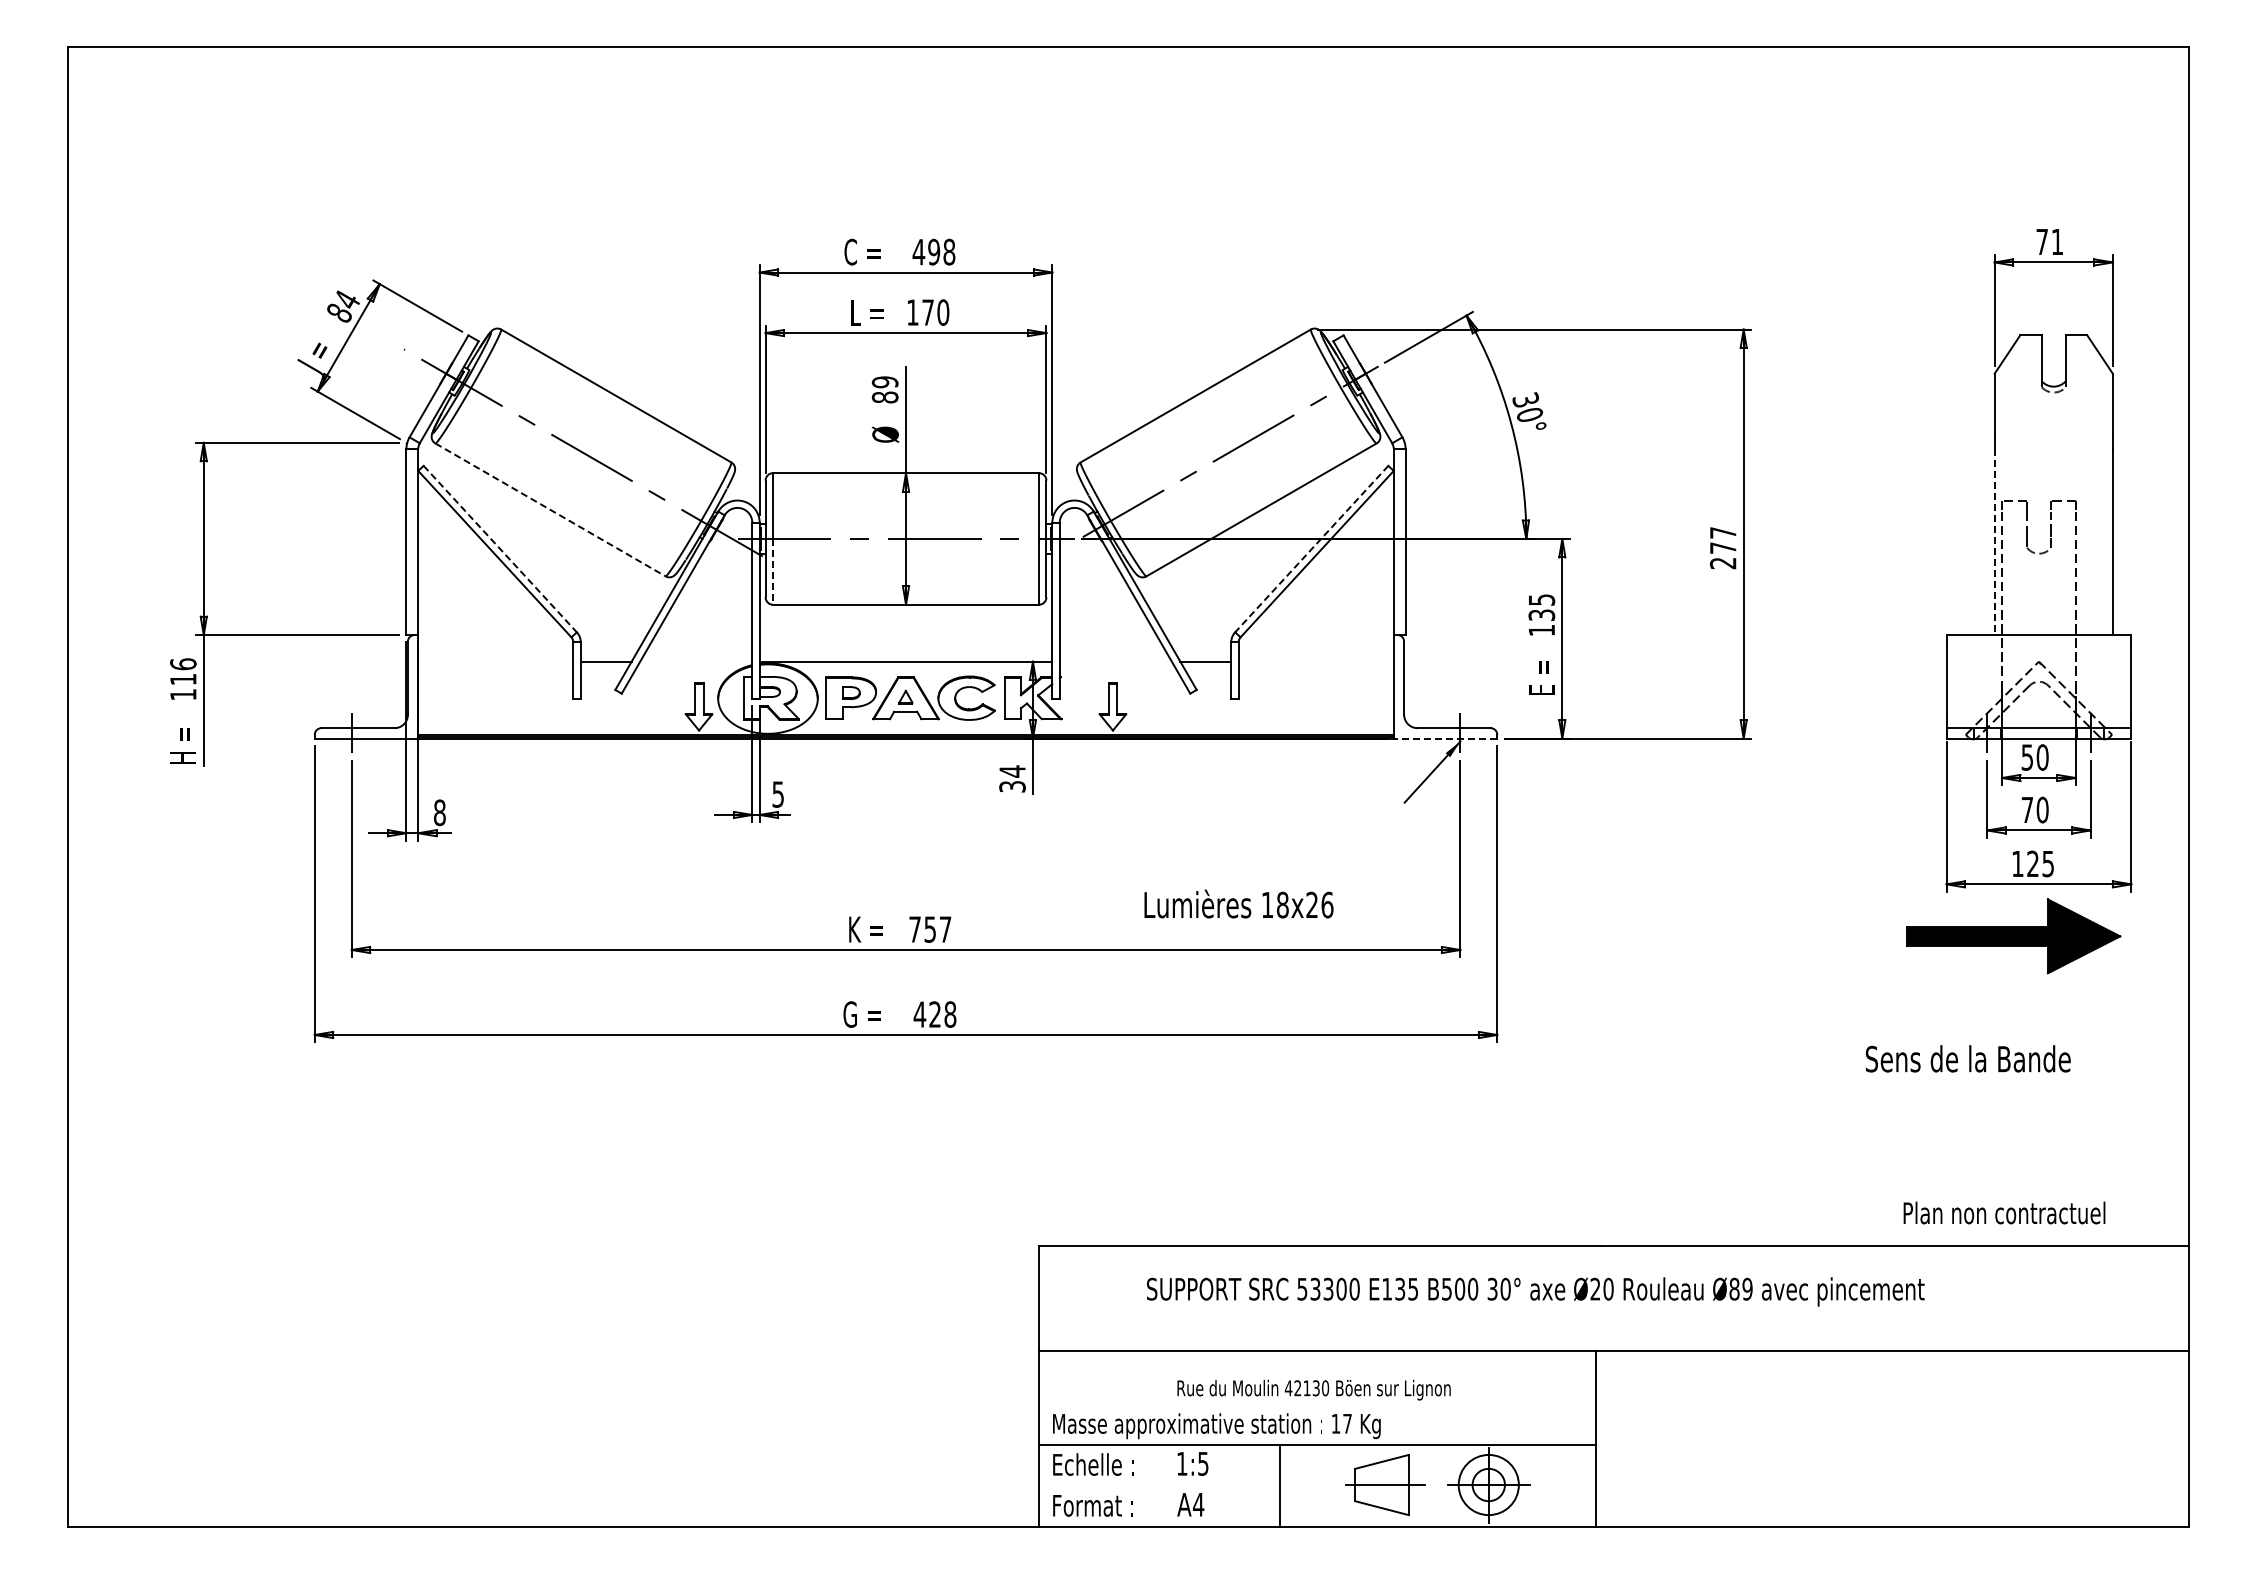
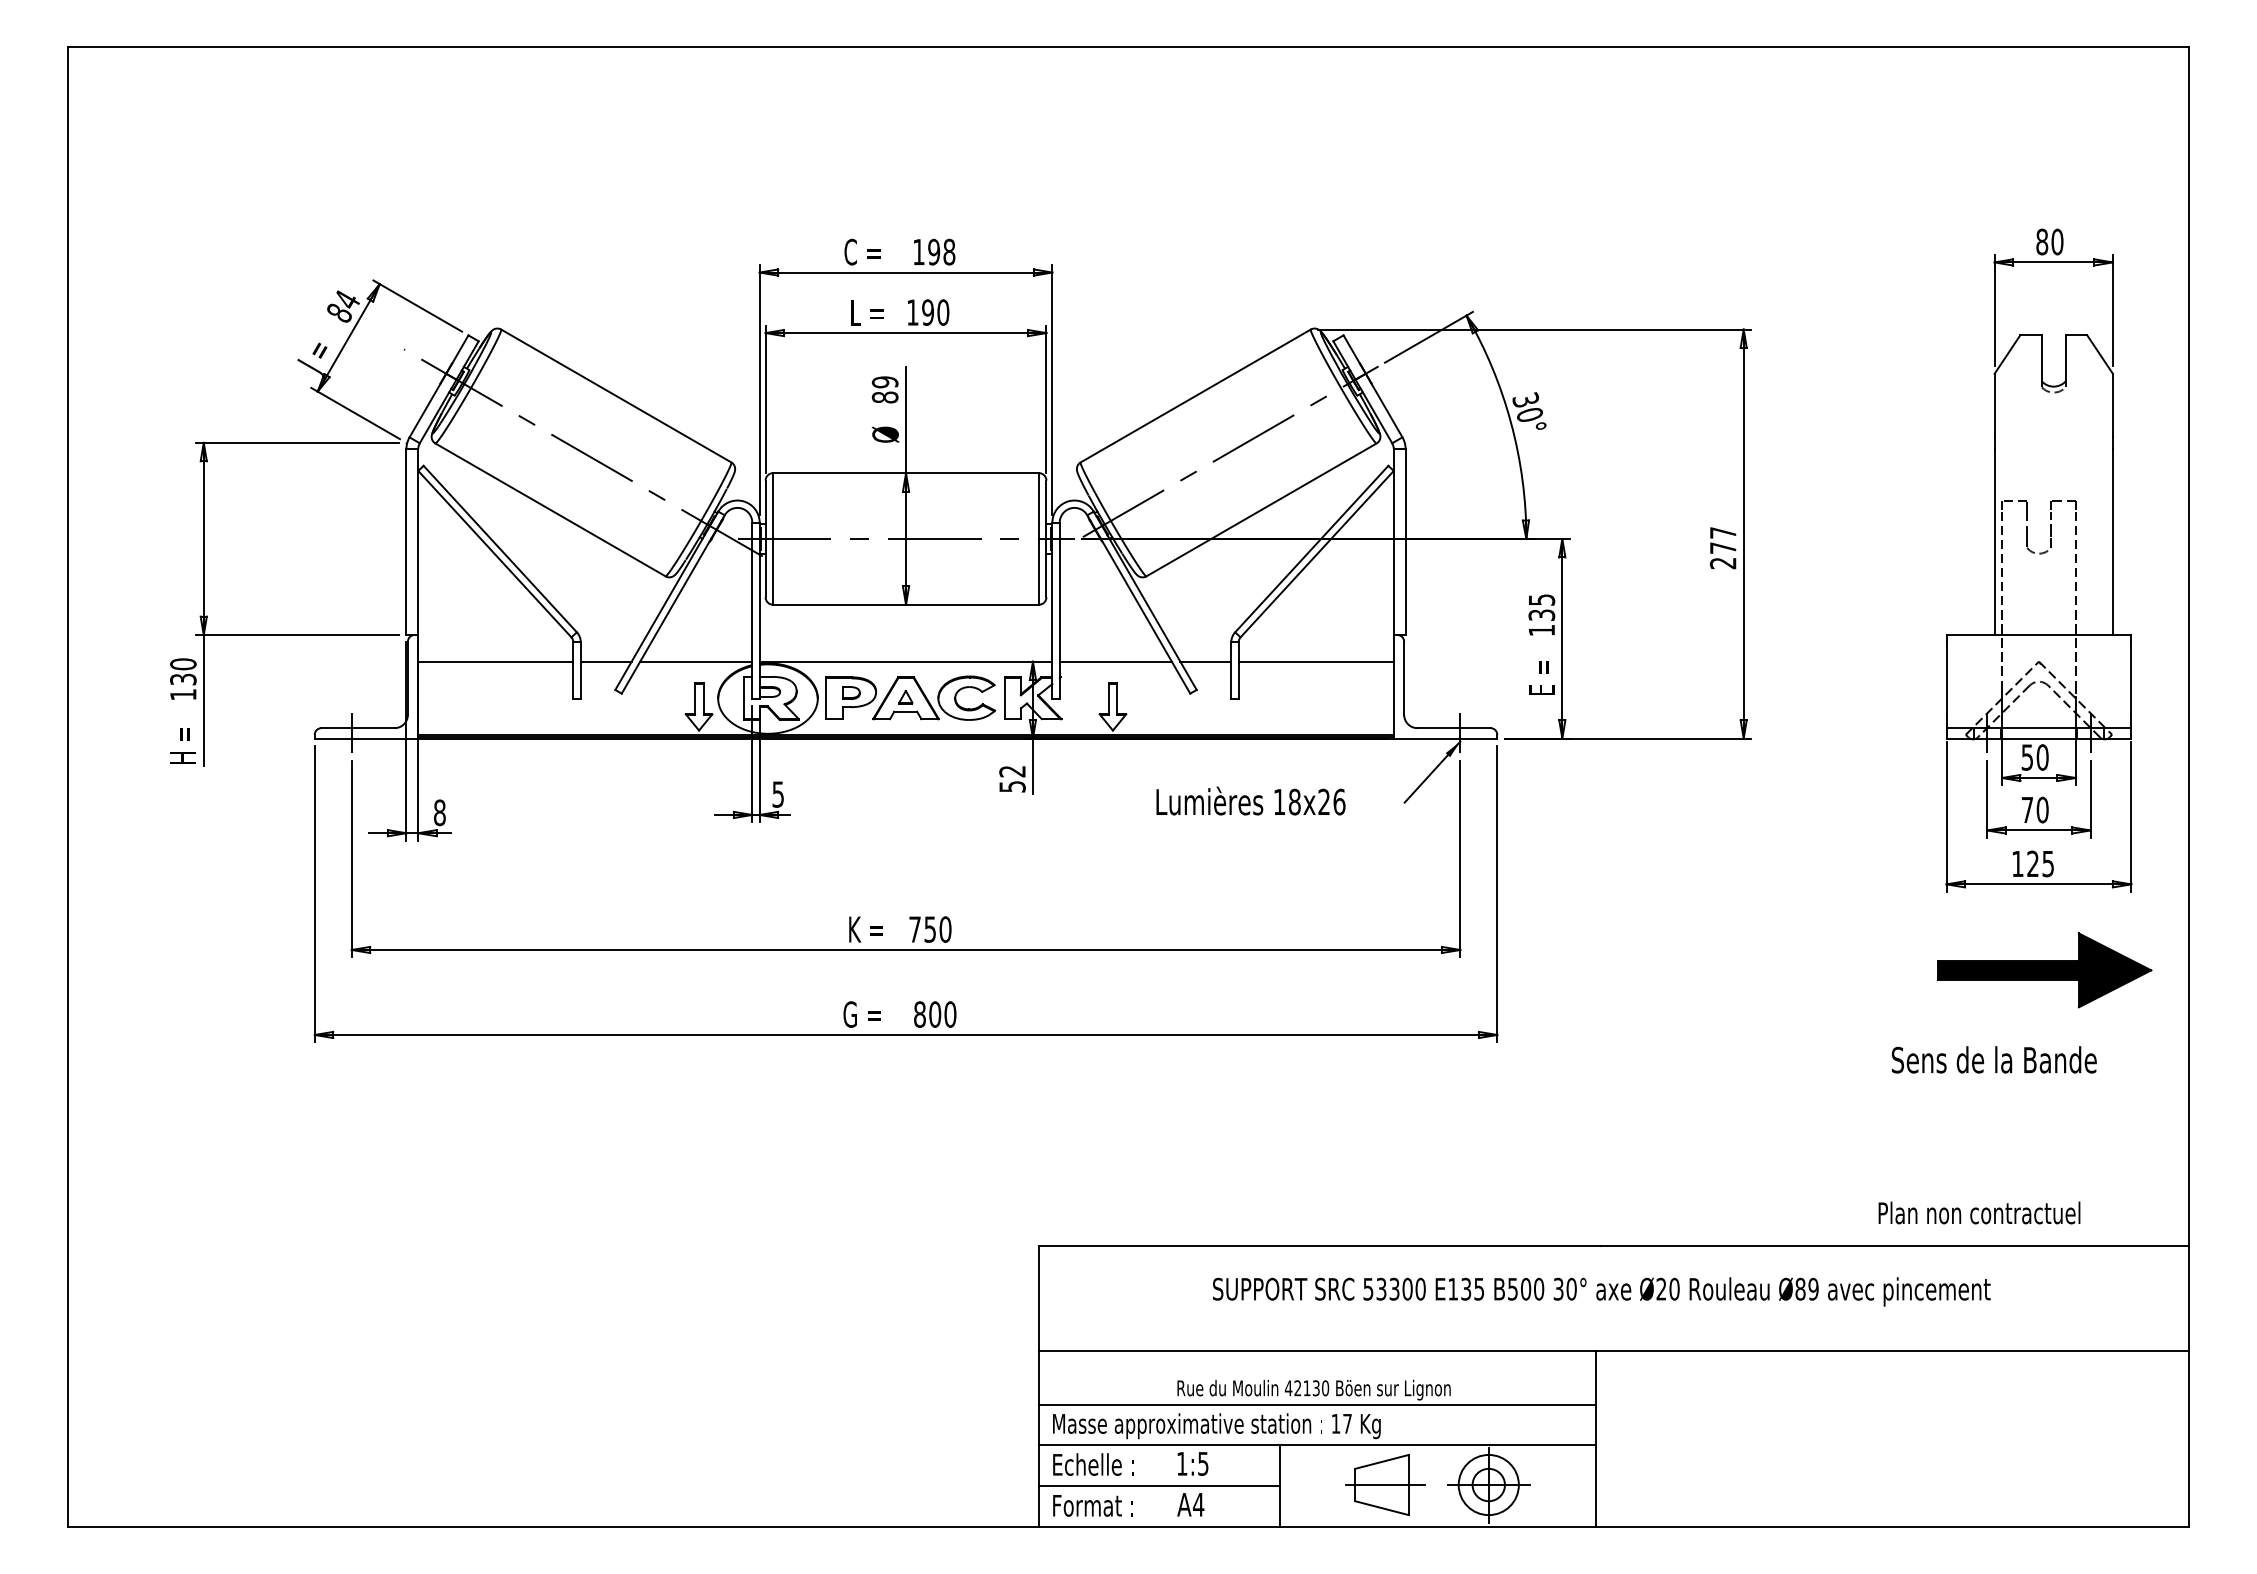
text at (2049, 241): 71 -> 80
text at (918, 252): 498 -> 198
text at (927, 312): 170 -> 190
line at (550, 509): dashed -> solid
line at (1994, 542): dashed -> solid
line at (500, 549): dashed -> solid
line at (1311, 549): dashed -> solid
line at (772, 571): dashed -> solid
line at (495, 661): none -> present
line at (696, 661): none -> present
line at (1115, 661): none -> present
line at (1315, 661): none -> present
text at (183, 671): 116 -> 130
line at (1445, 738): dashed -> solid
text at (1012, 778): 34 -> 52
text at (1238, 903) position: (1238, 903) -> (1250, 800)
text at (945, 929): 757 -> 750
part at (2013, 936) position: (2013, 936) -> (2044, 970)
text at (934, 1014): 428 -> 800
text at (1967, 1058) position: (1967, 1058) -> (1993, 1059)
text at (2004, 1212) position: (2004, 1212) -> (1979, 1212)
text at (1535, 1291) position: (1535, 1291) -> (1601, 1291)
line at (1317, 1404): none -> present
line at (1159, 1485): none -> present
